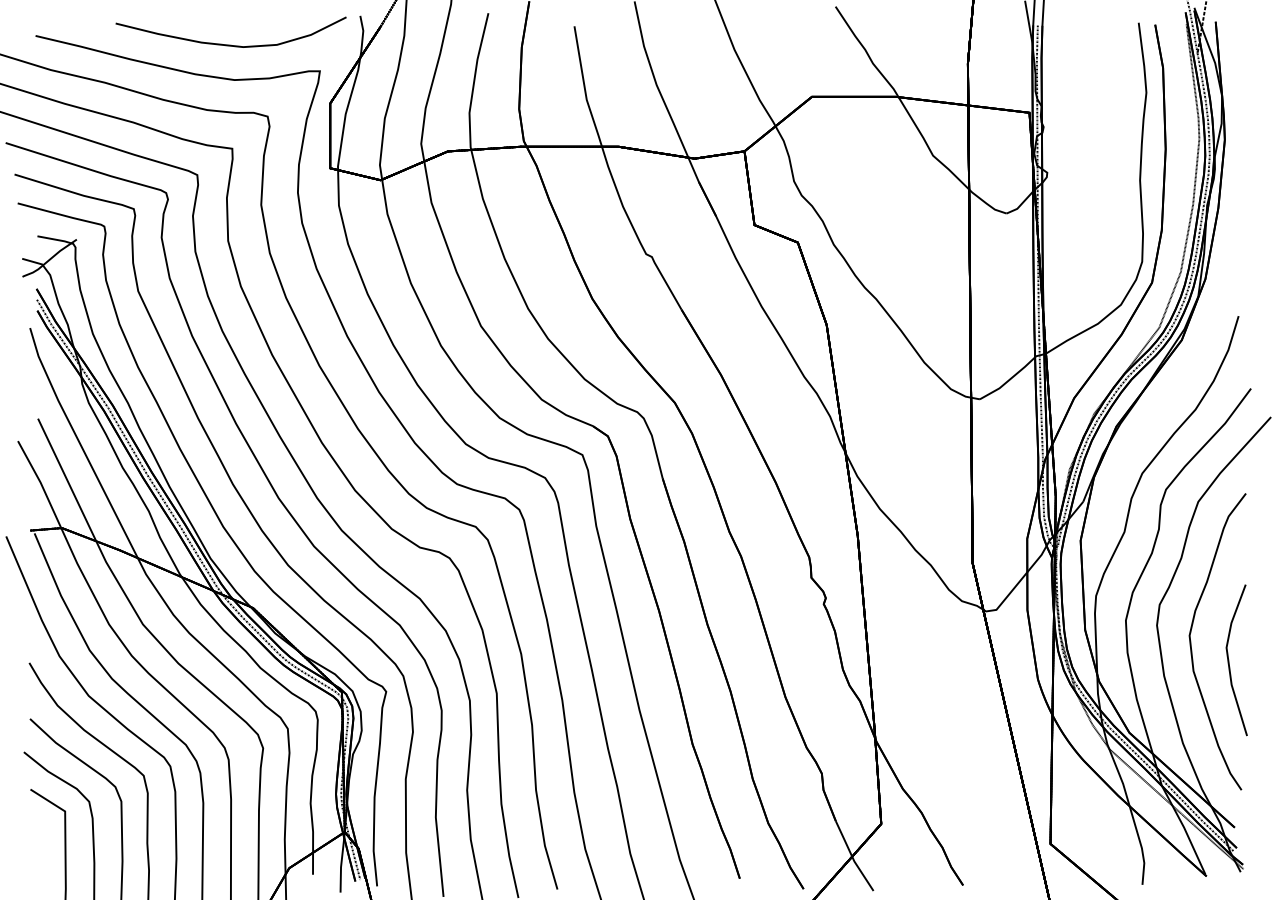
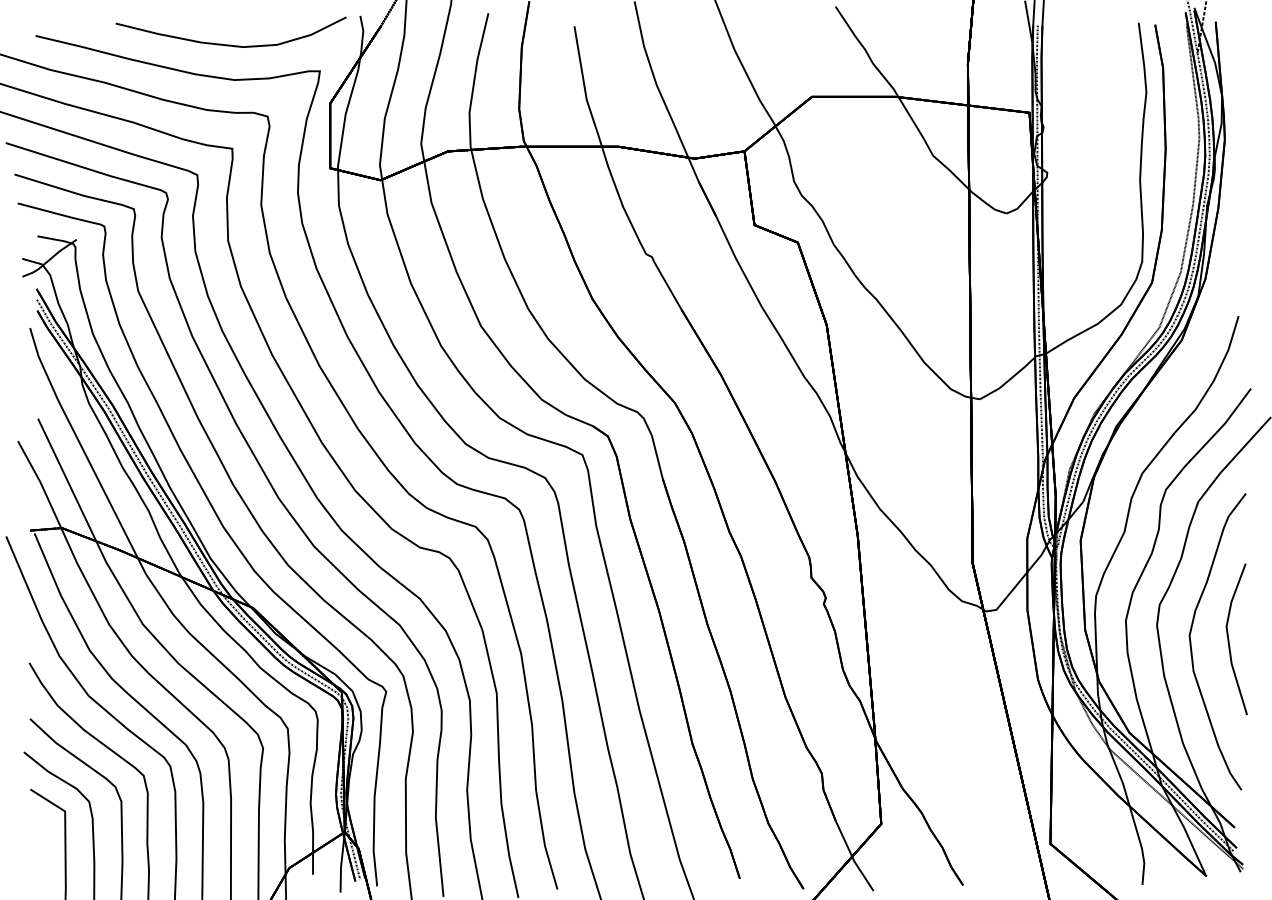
line at (1229, 660) position: (1229, 660) -> (1229, 639)
